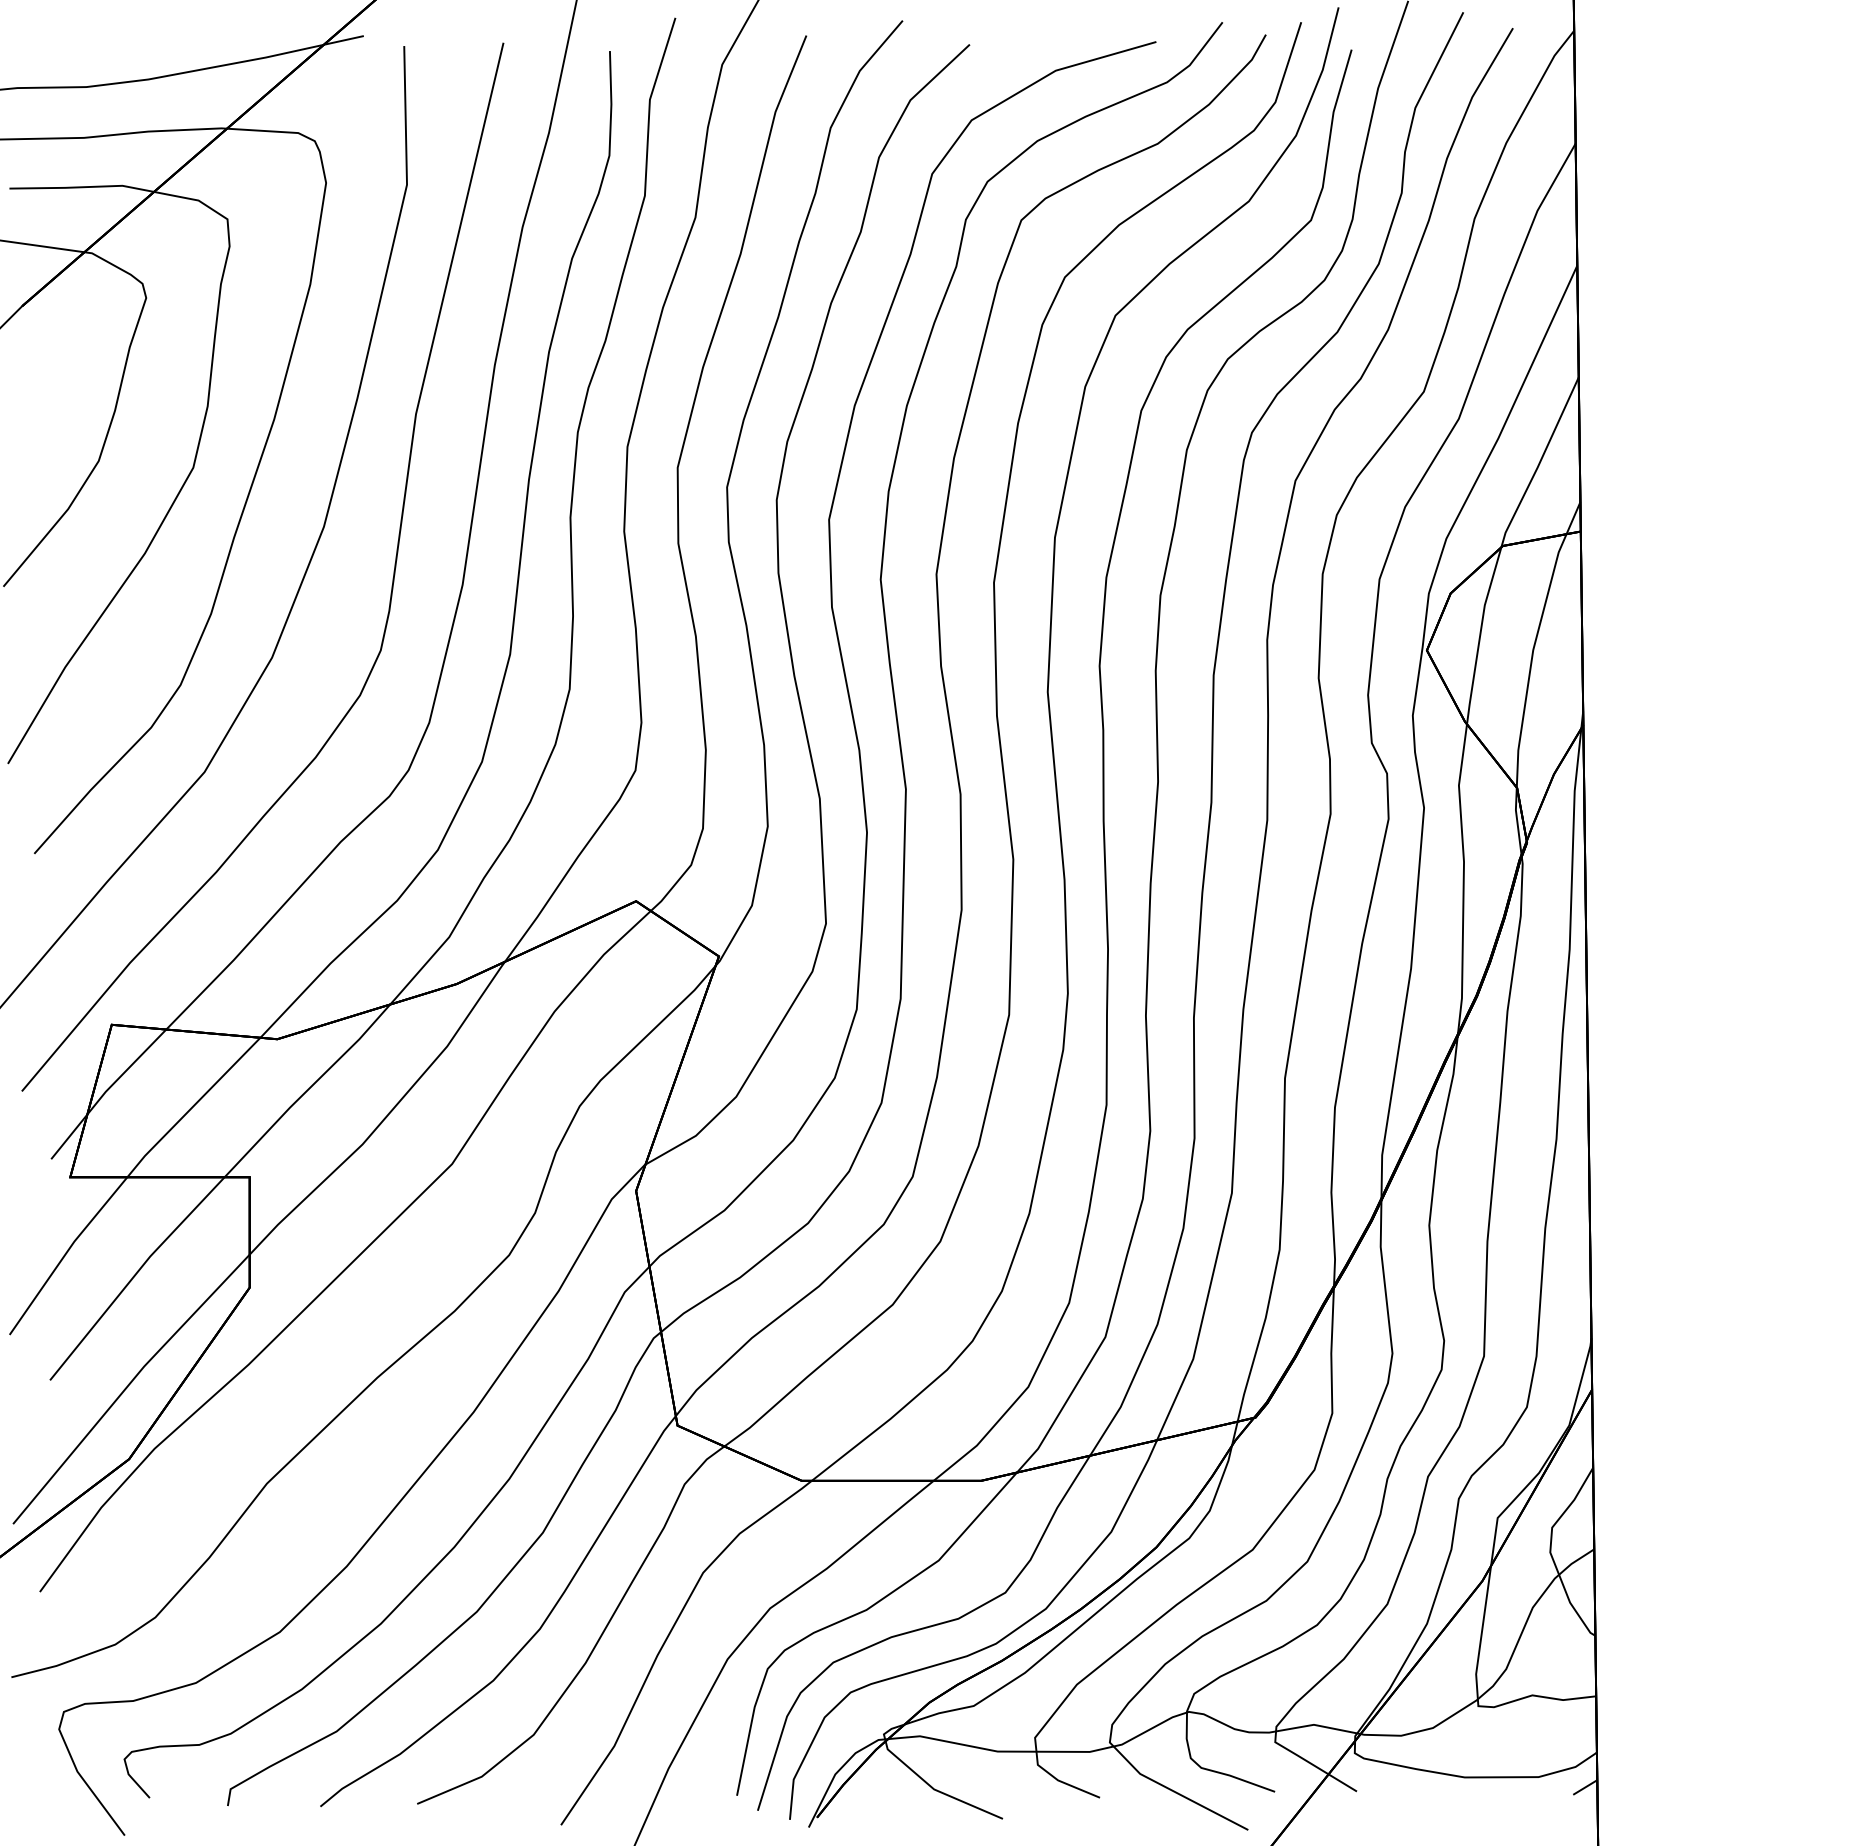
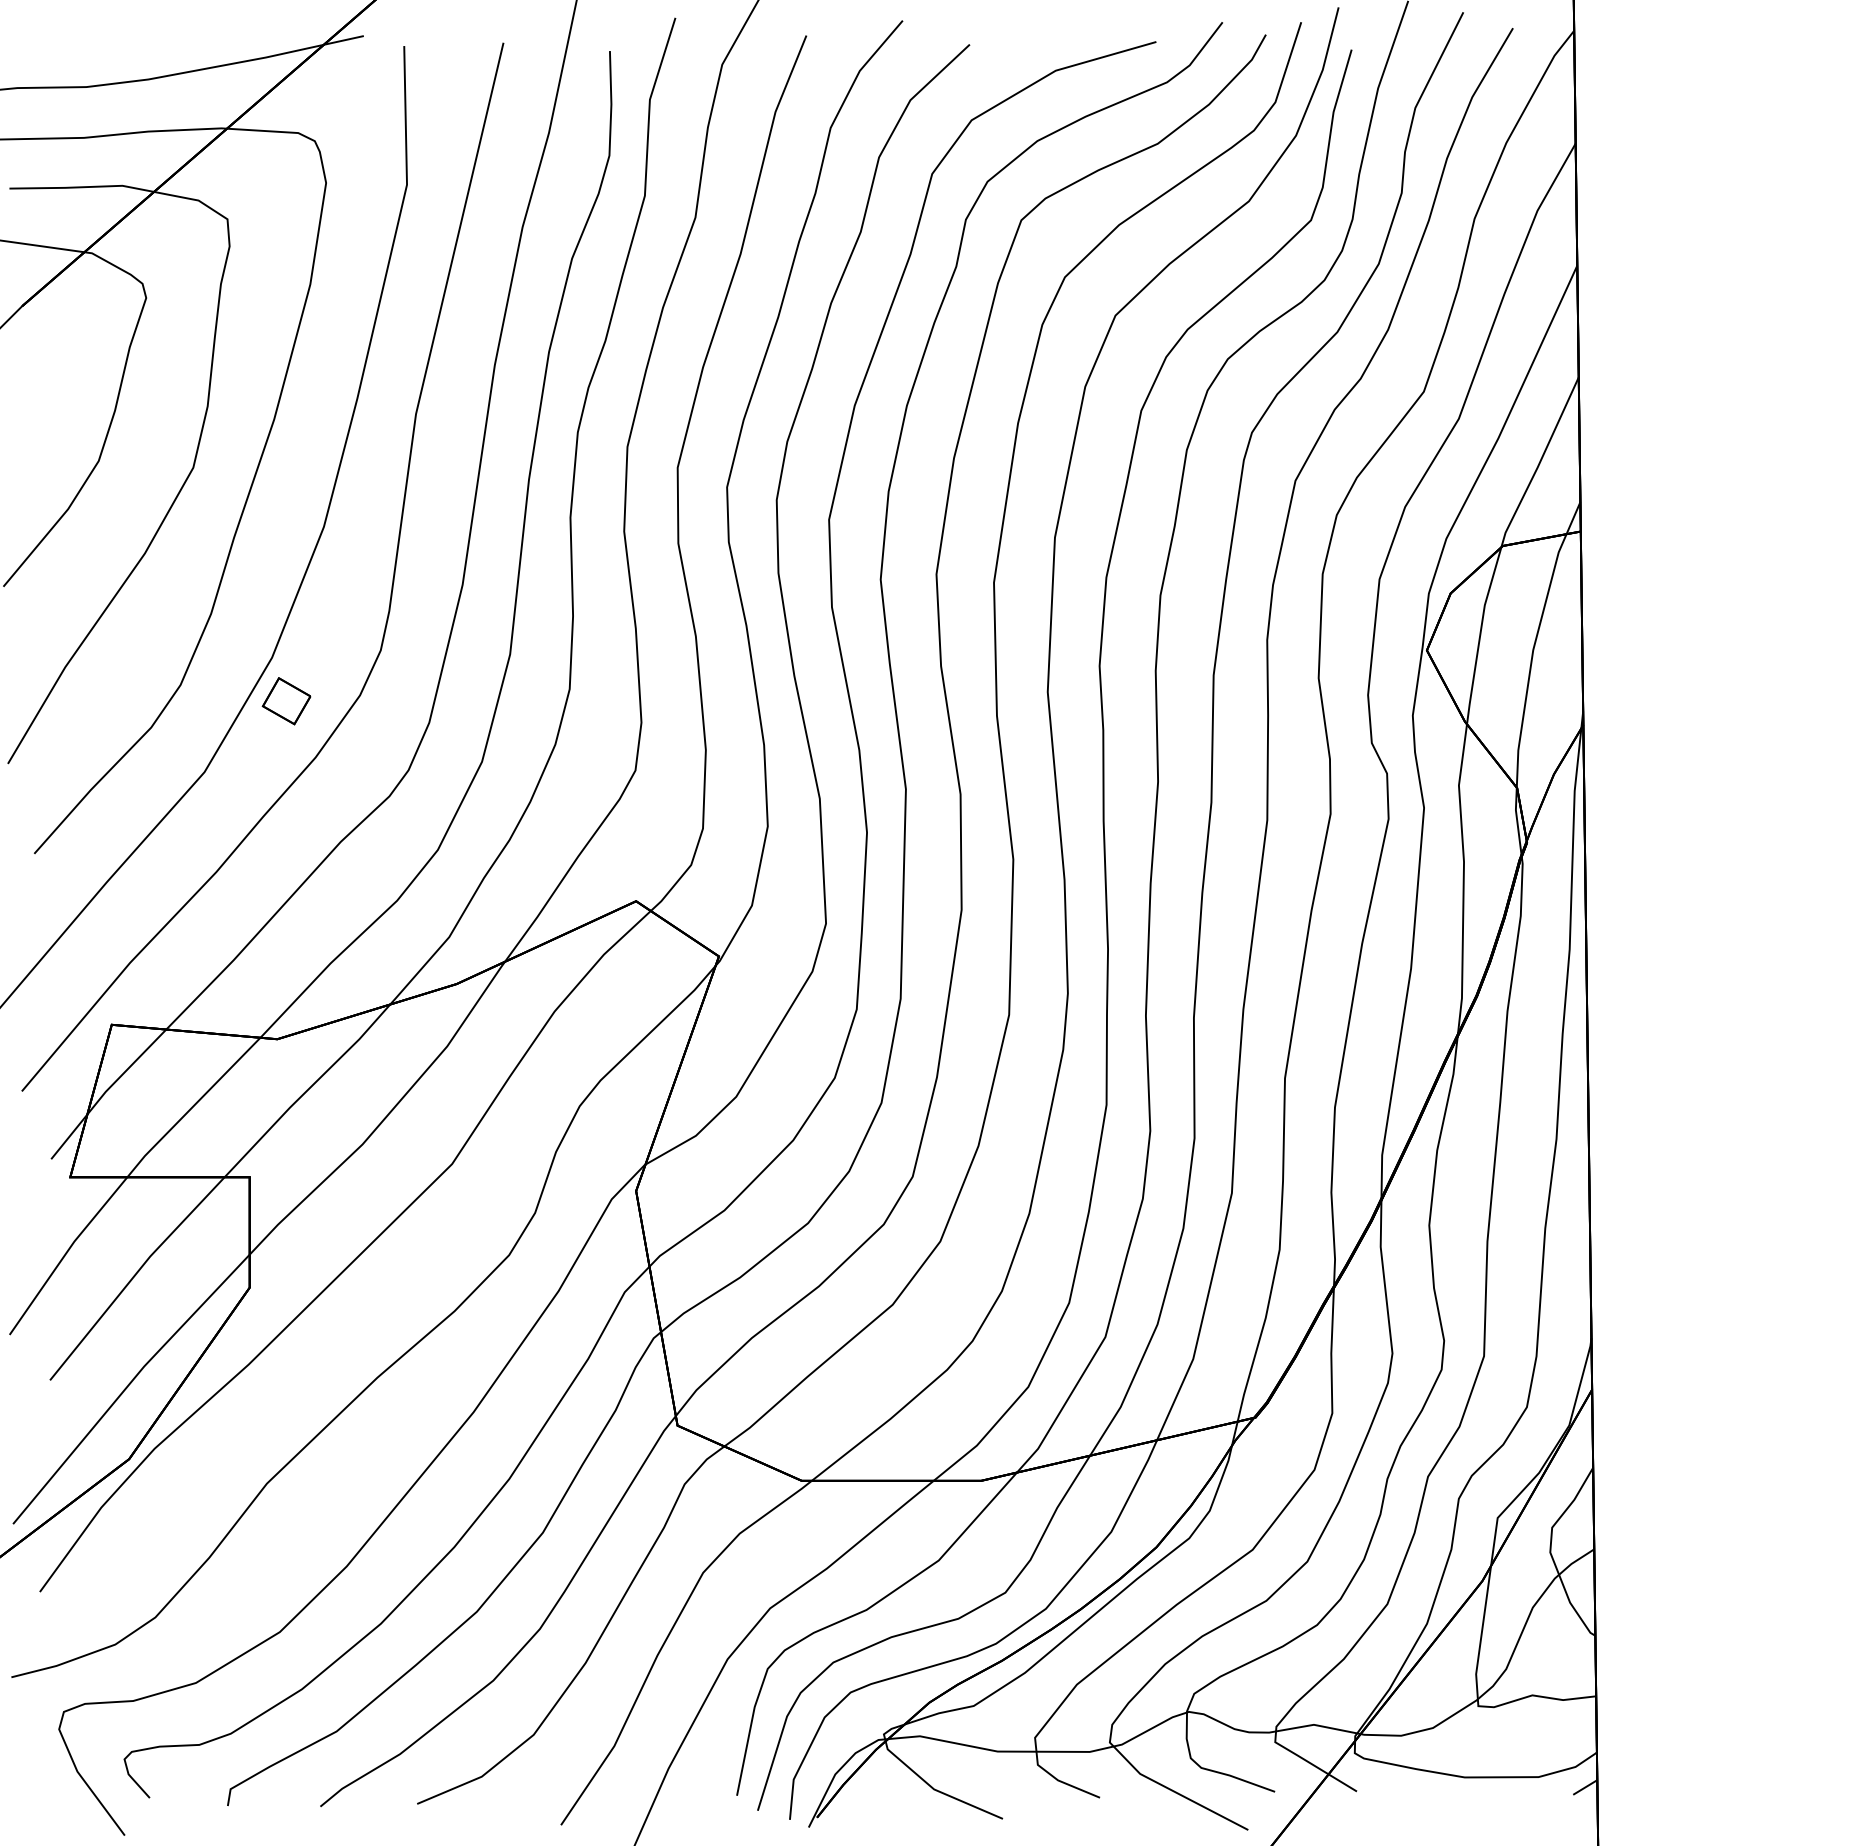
part at (286, 701): none -> present
